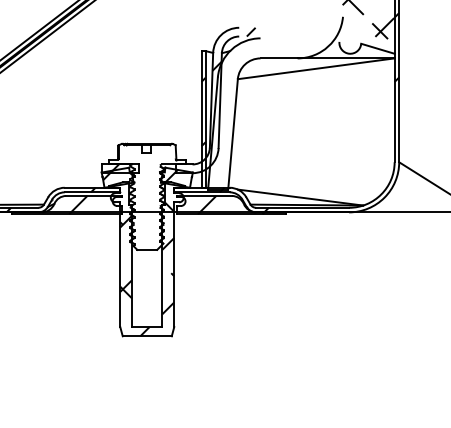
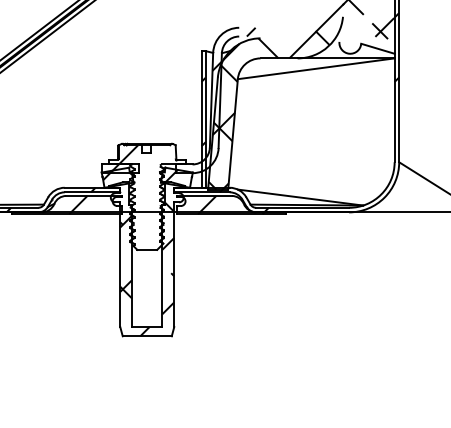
hatch at (276, 96): none -> present
hatch at (128, 154): none -> present
